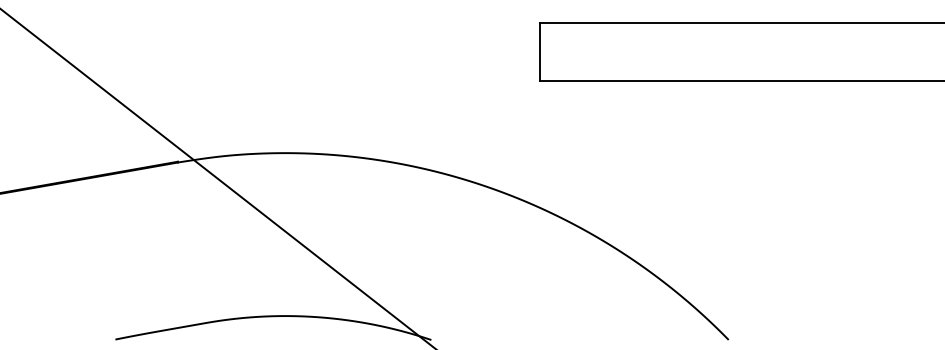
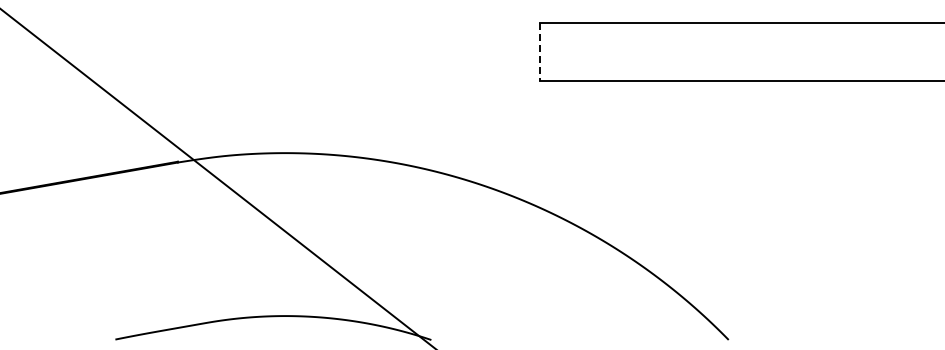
line at (540, 52): solid -> dashed
